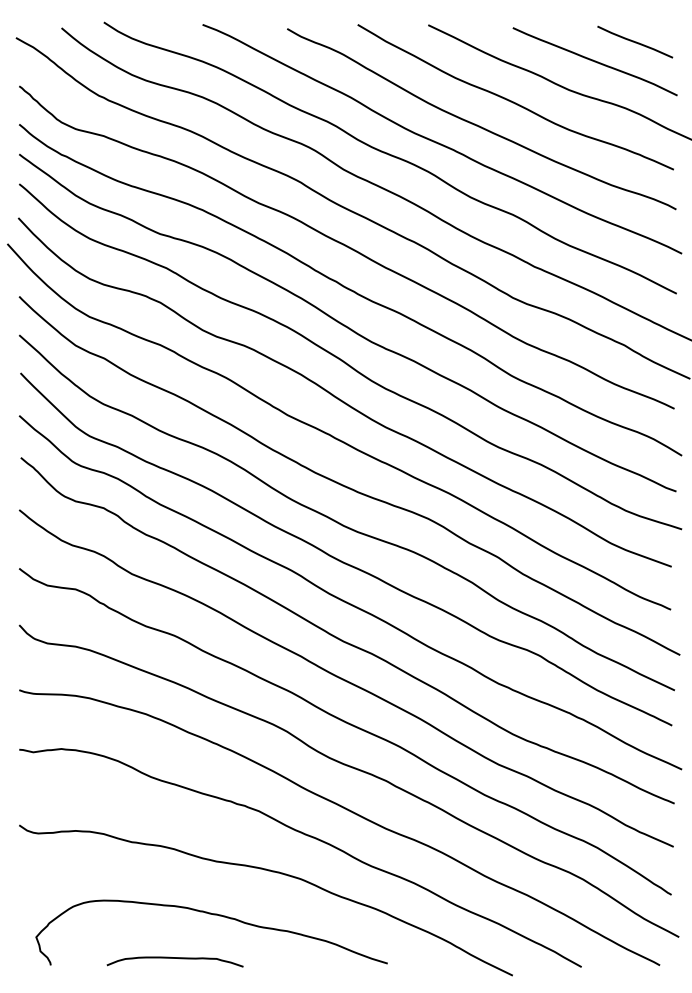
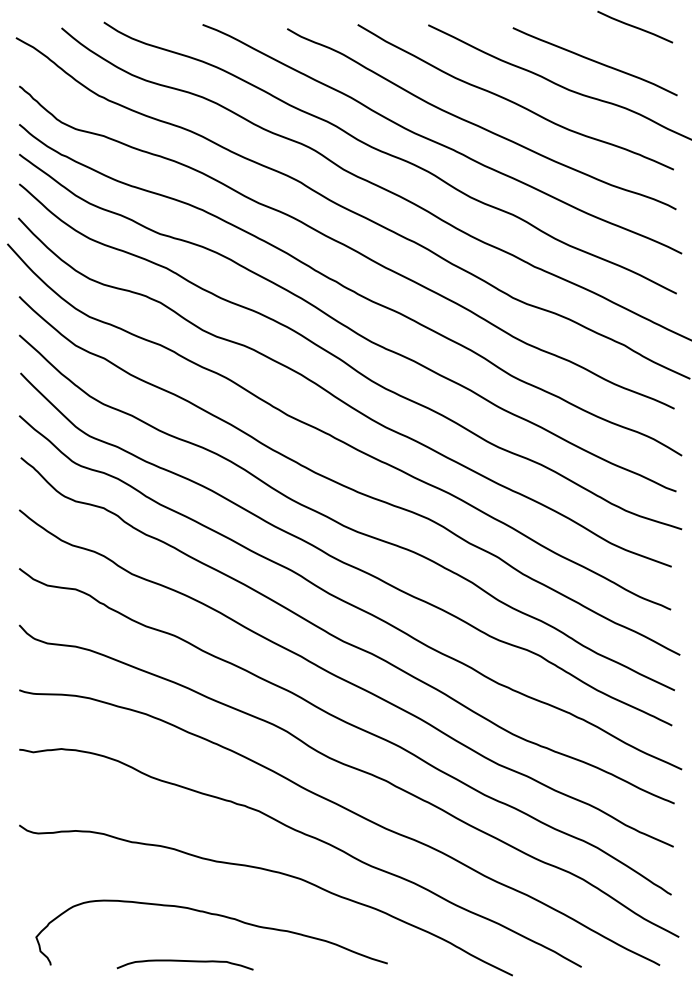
line at (635, 41) position: (635, 41) -> (635, 26)
curve at (174, 958) position: (174, 958) -> (184, 961)
